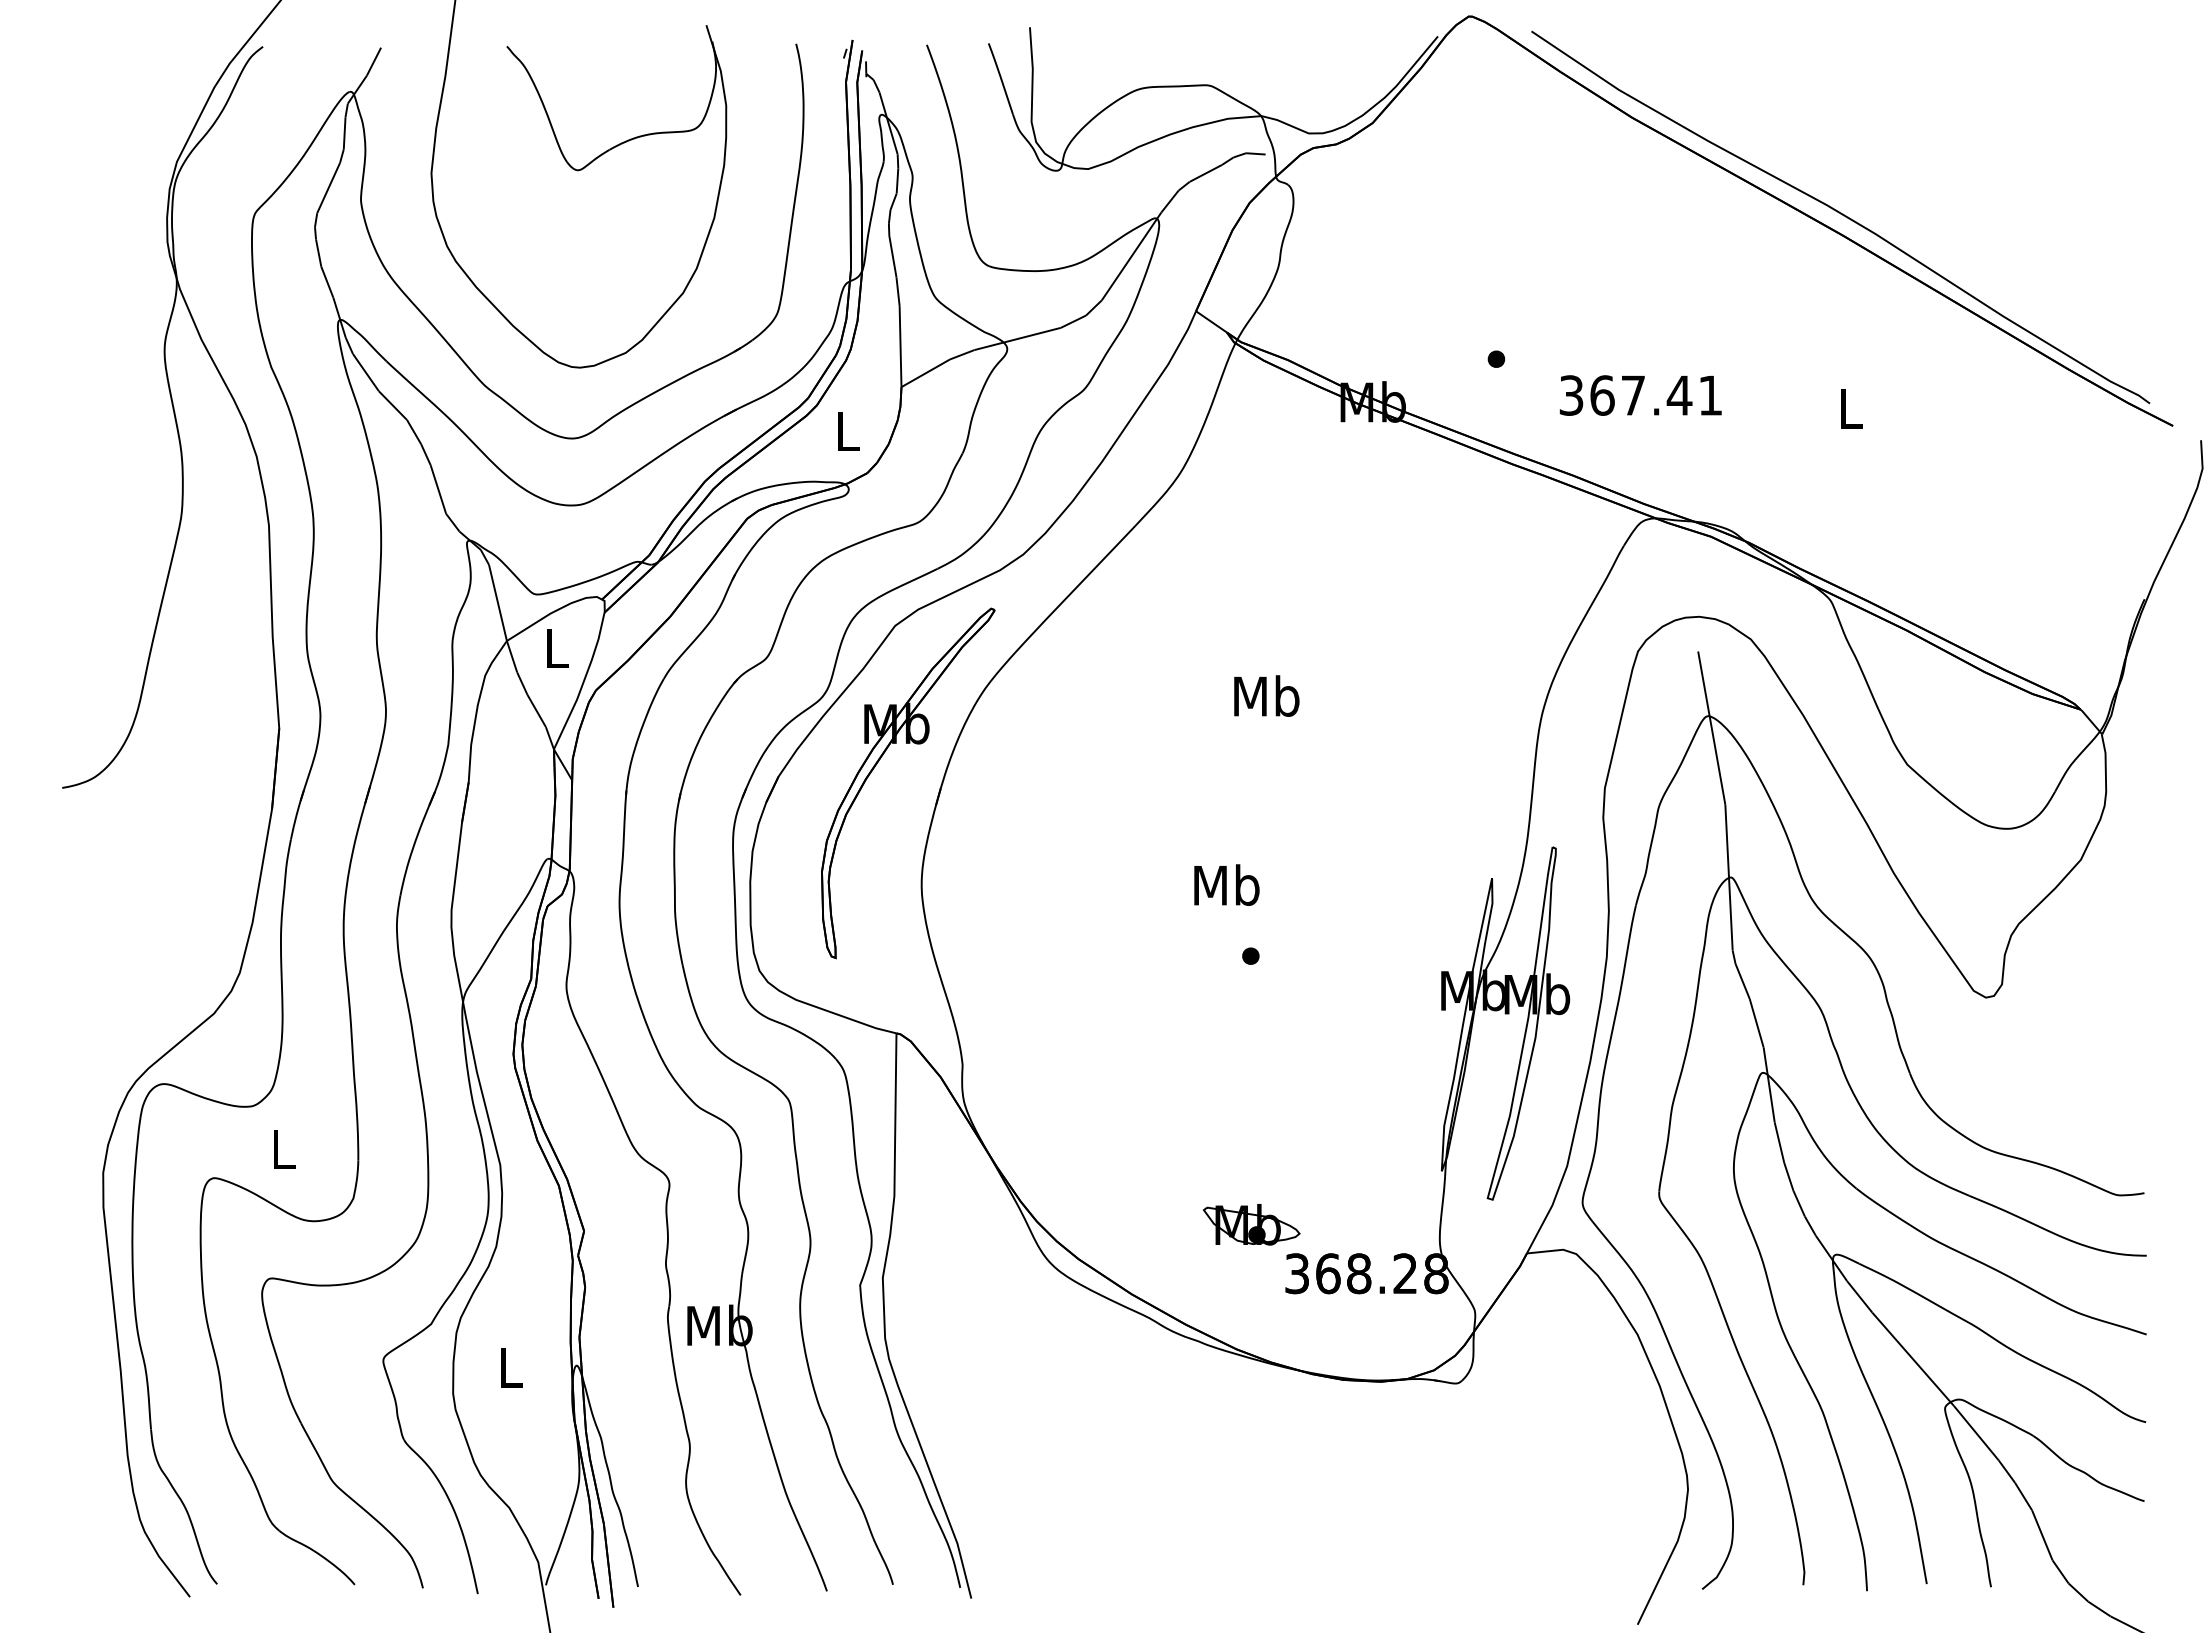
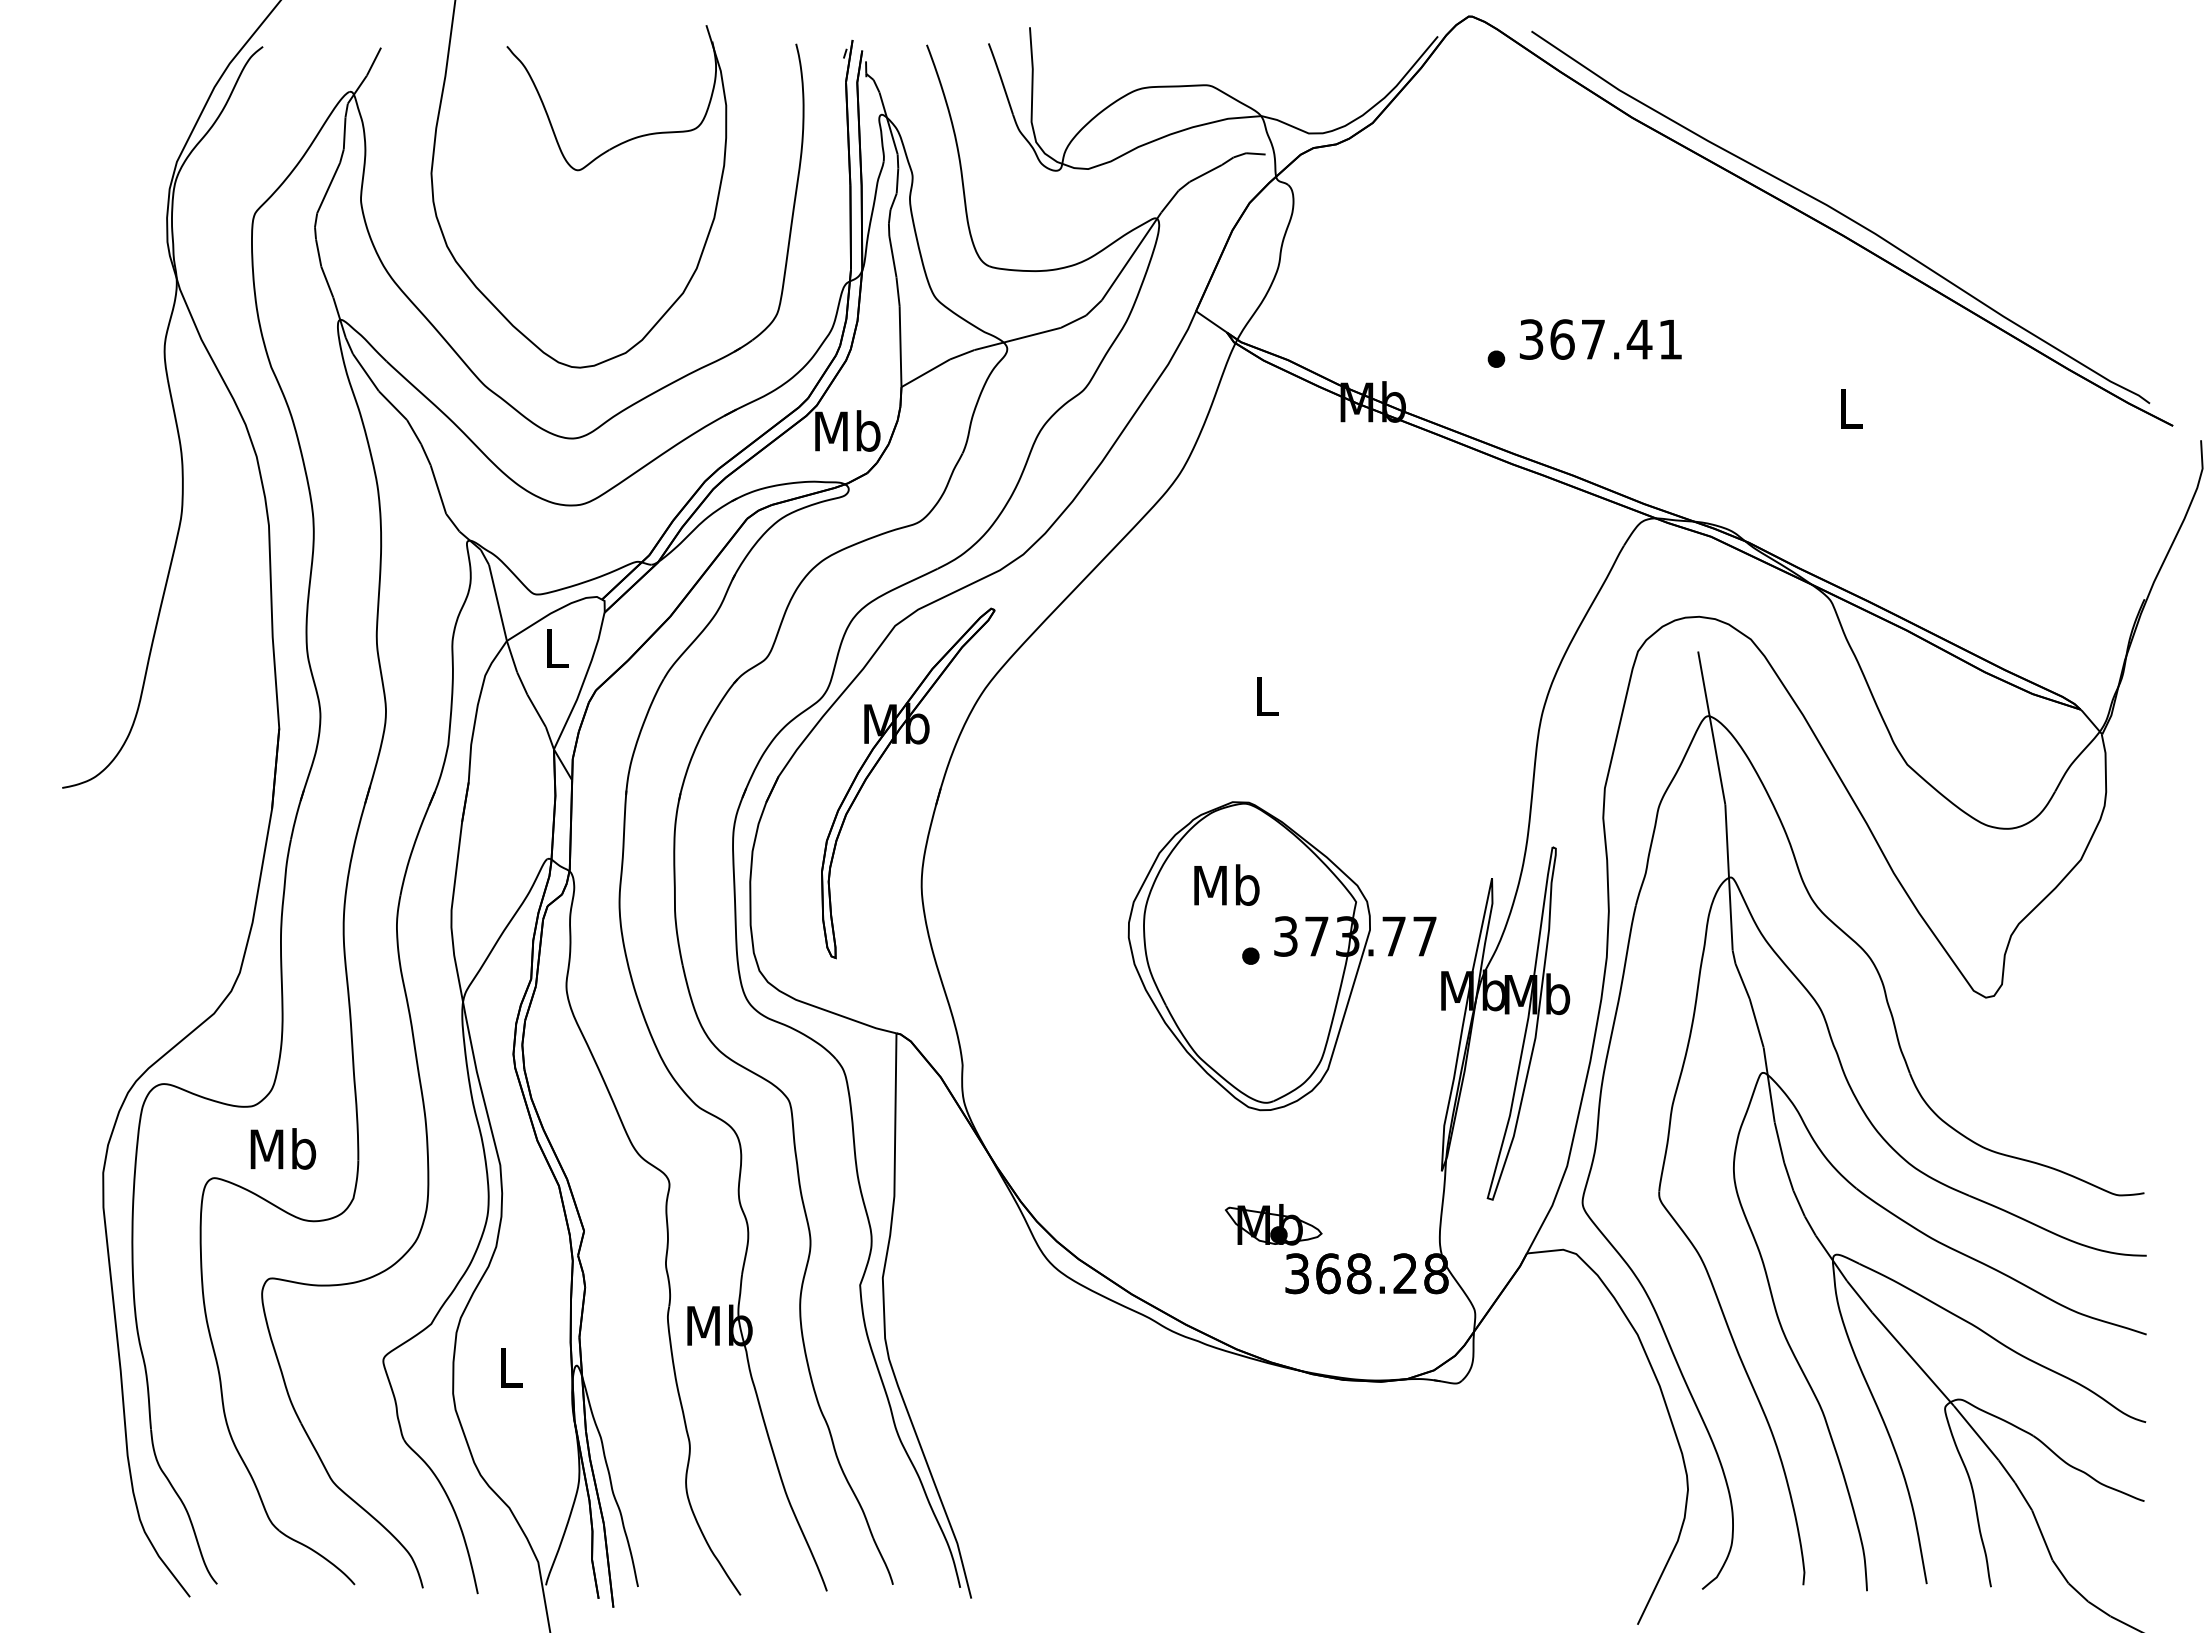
text at (1640, 395) position: (1640, 395) -> (1600, 339)
text at (847, 430): L -> Mb
text at (1266, 695): Mb -> L
part at (1281, 956): none -> present
text at (283, 1148): L -> Mb
part at (1251, 1224) position: (1251, 1224) -> (1273, 1224)
